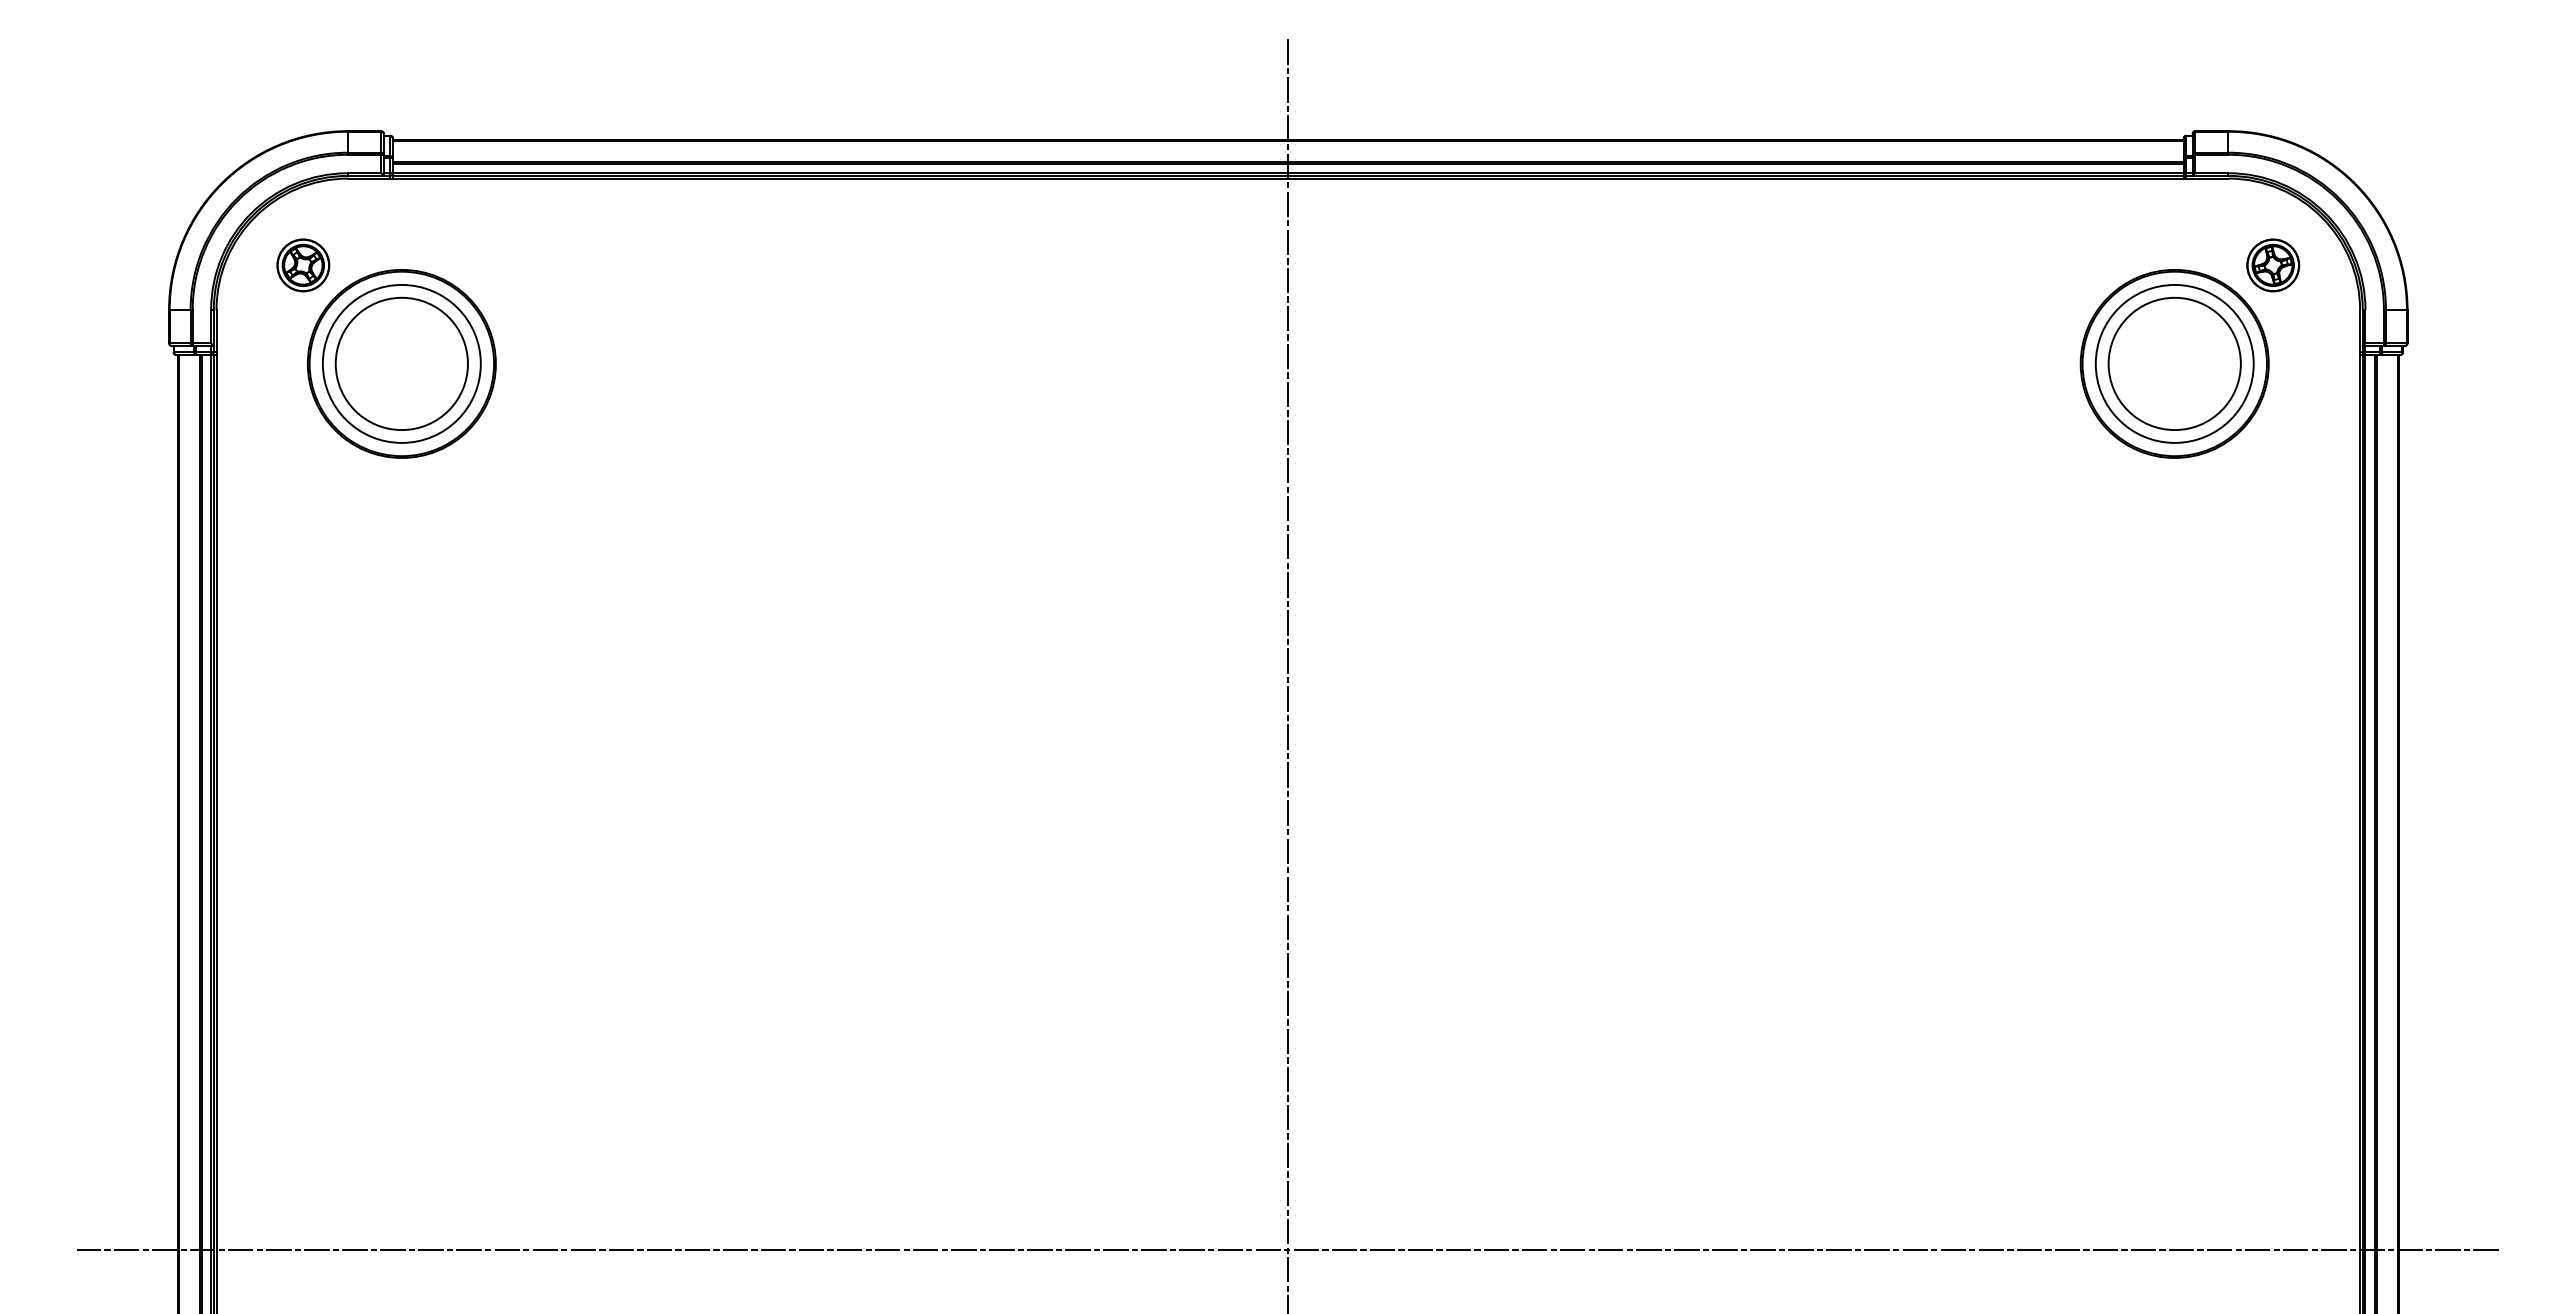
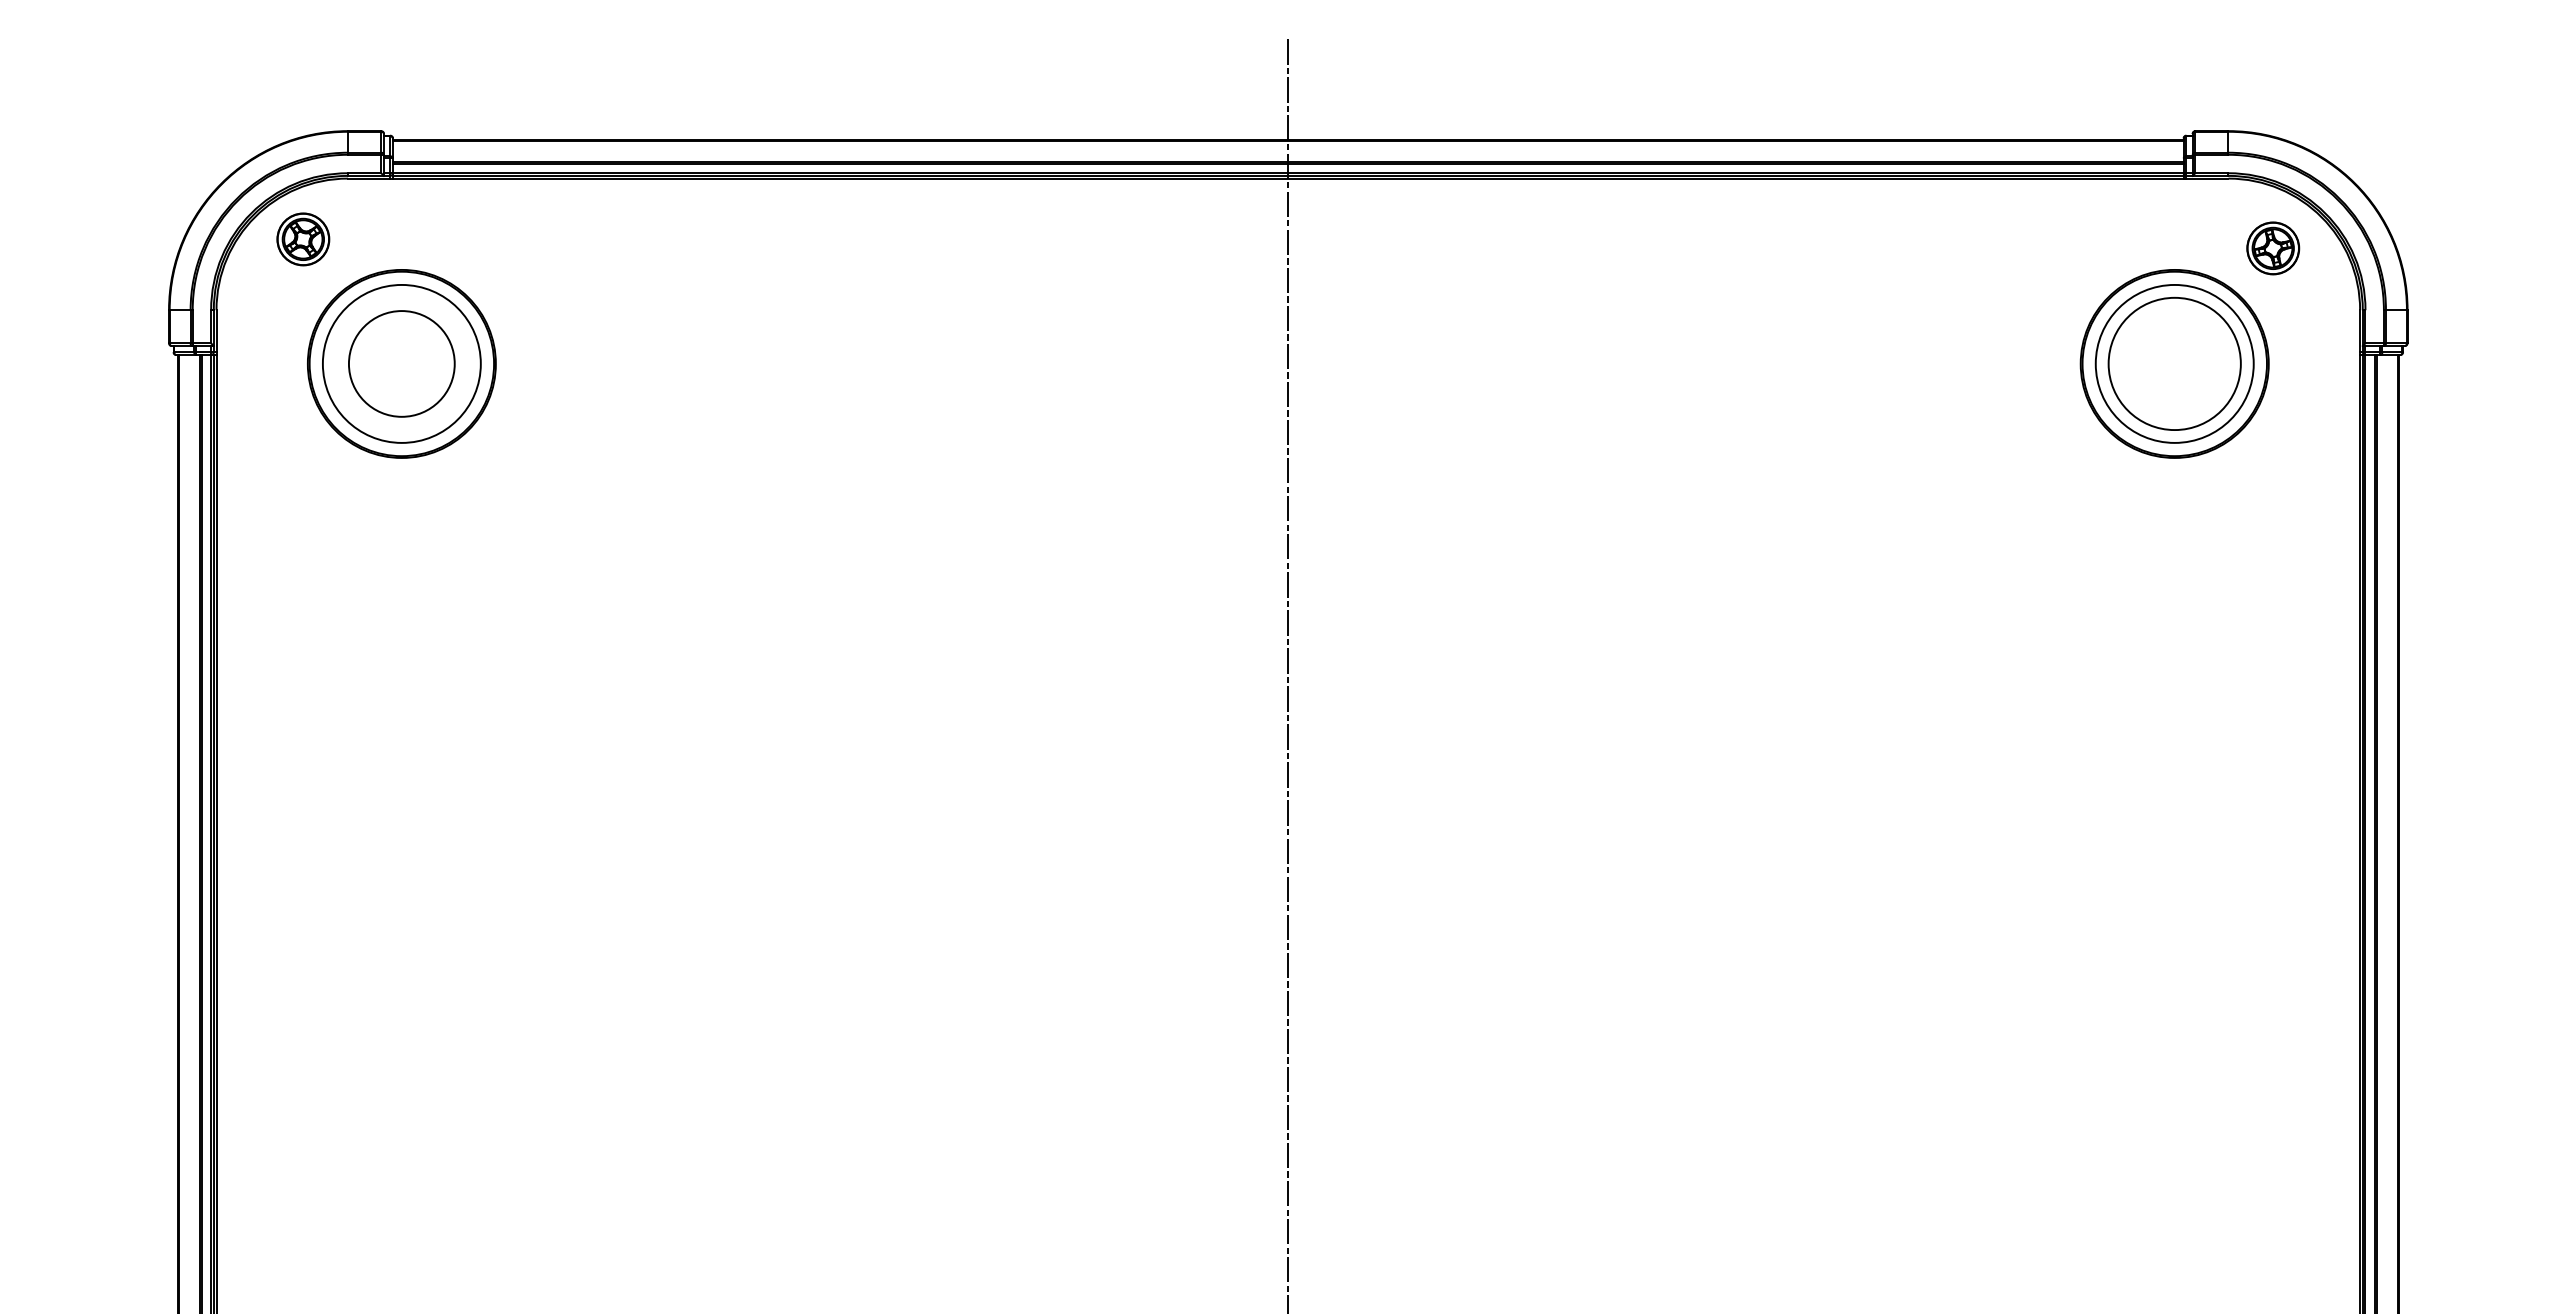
part at (303, 265) position: (303, 265) -> (303, 239)
part at (2273, 265) position: (2273, 265) -> (2273, 248)
circle at (401, 363) diameter: 132 px -> 106 px
line at (1287, 1250): present -> none
